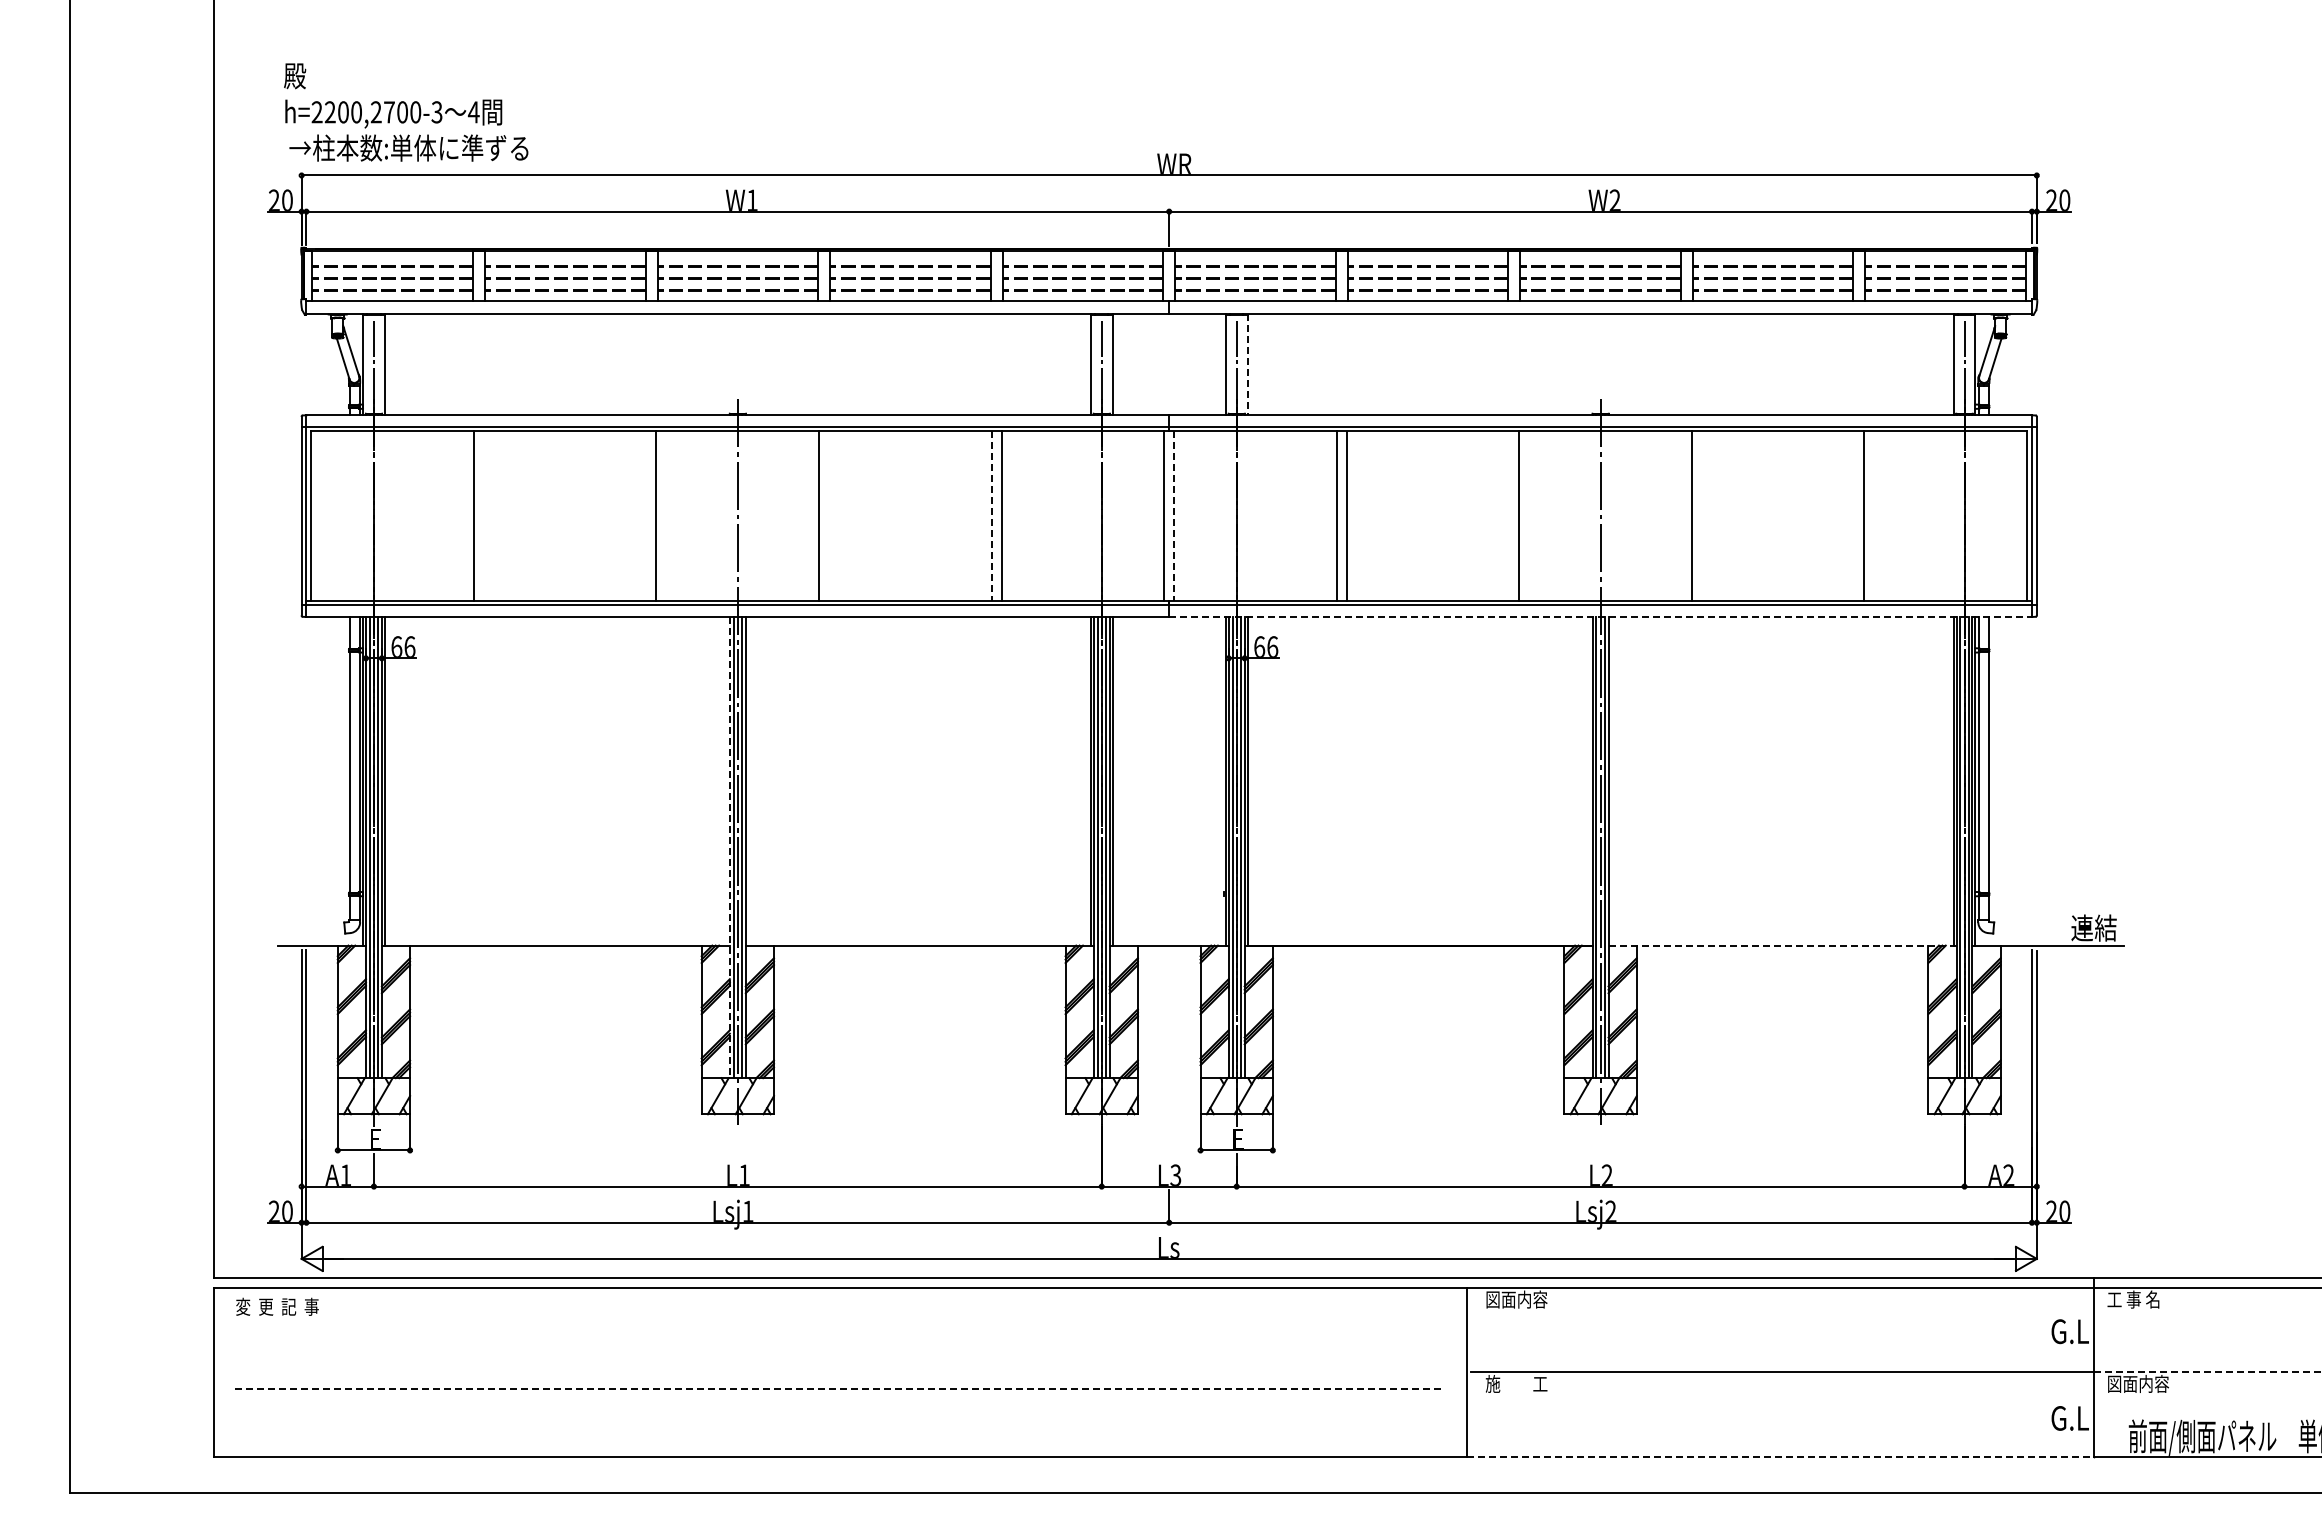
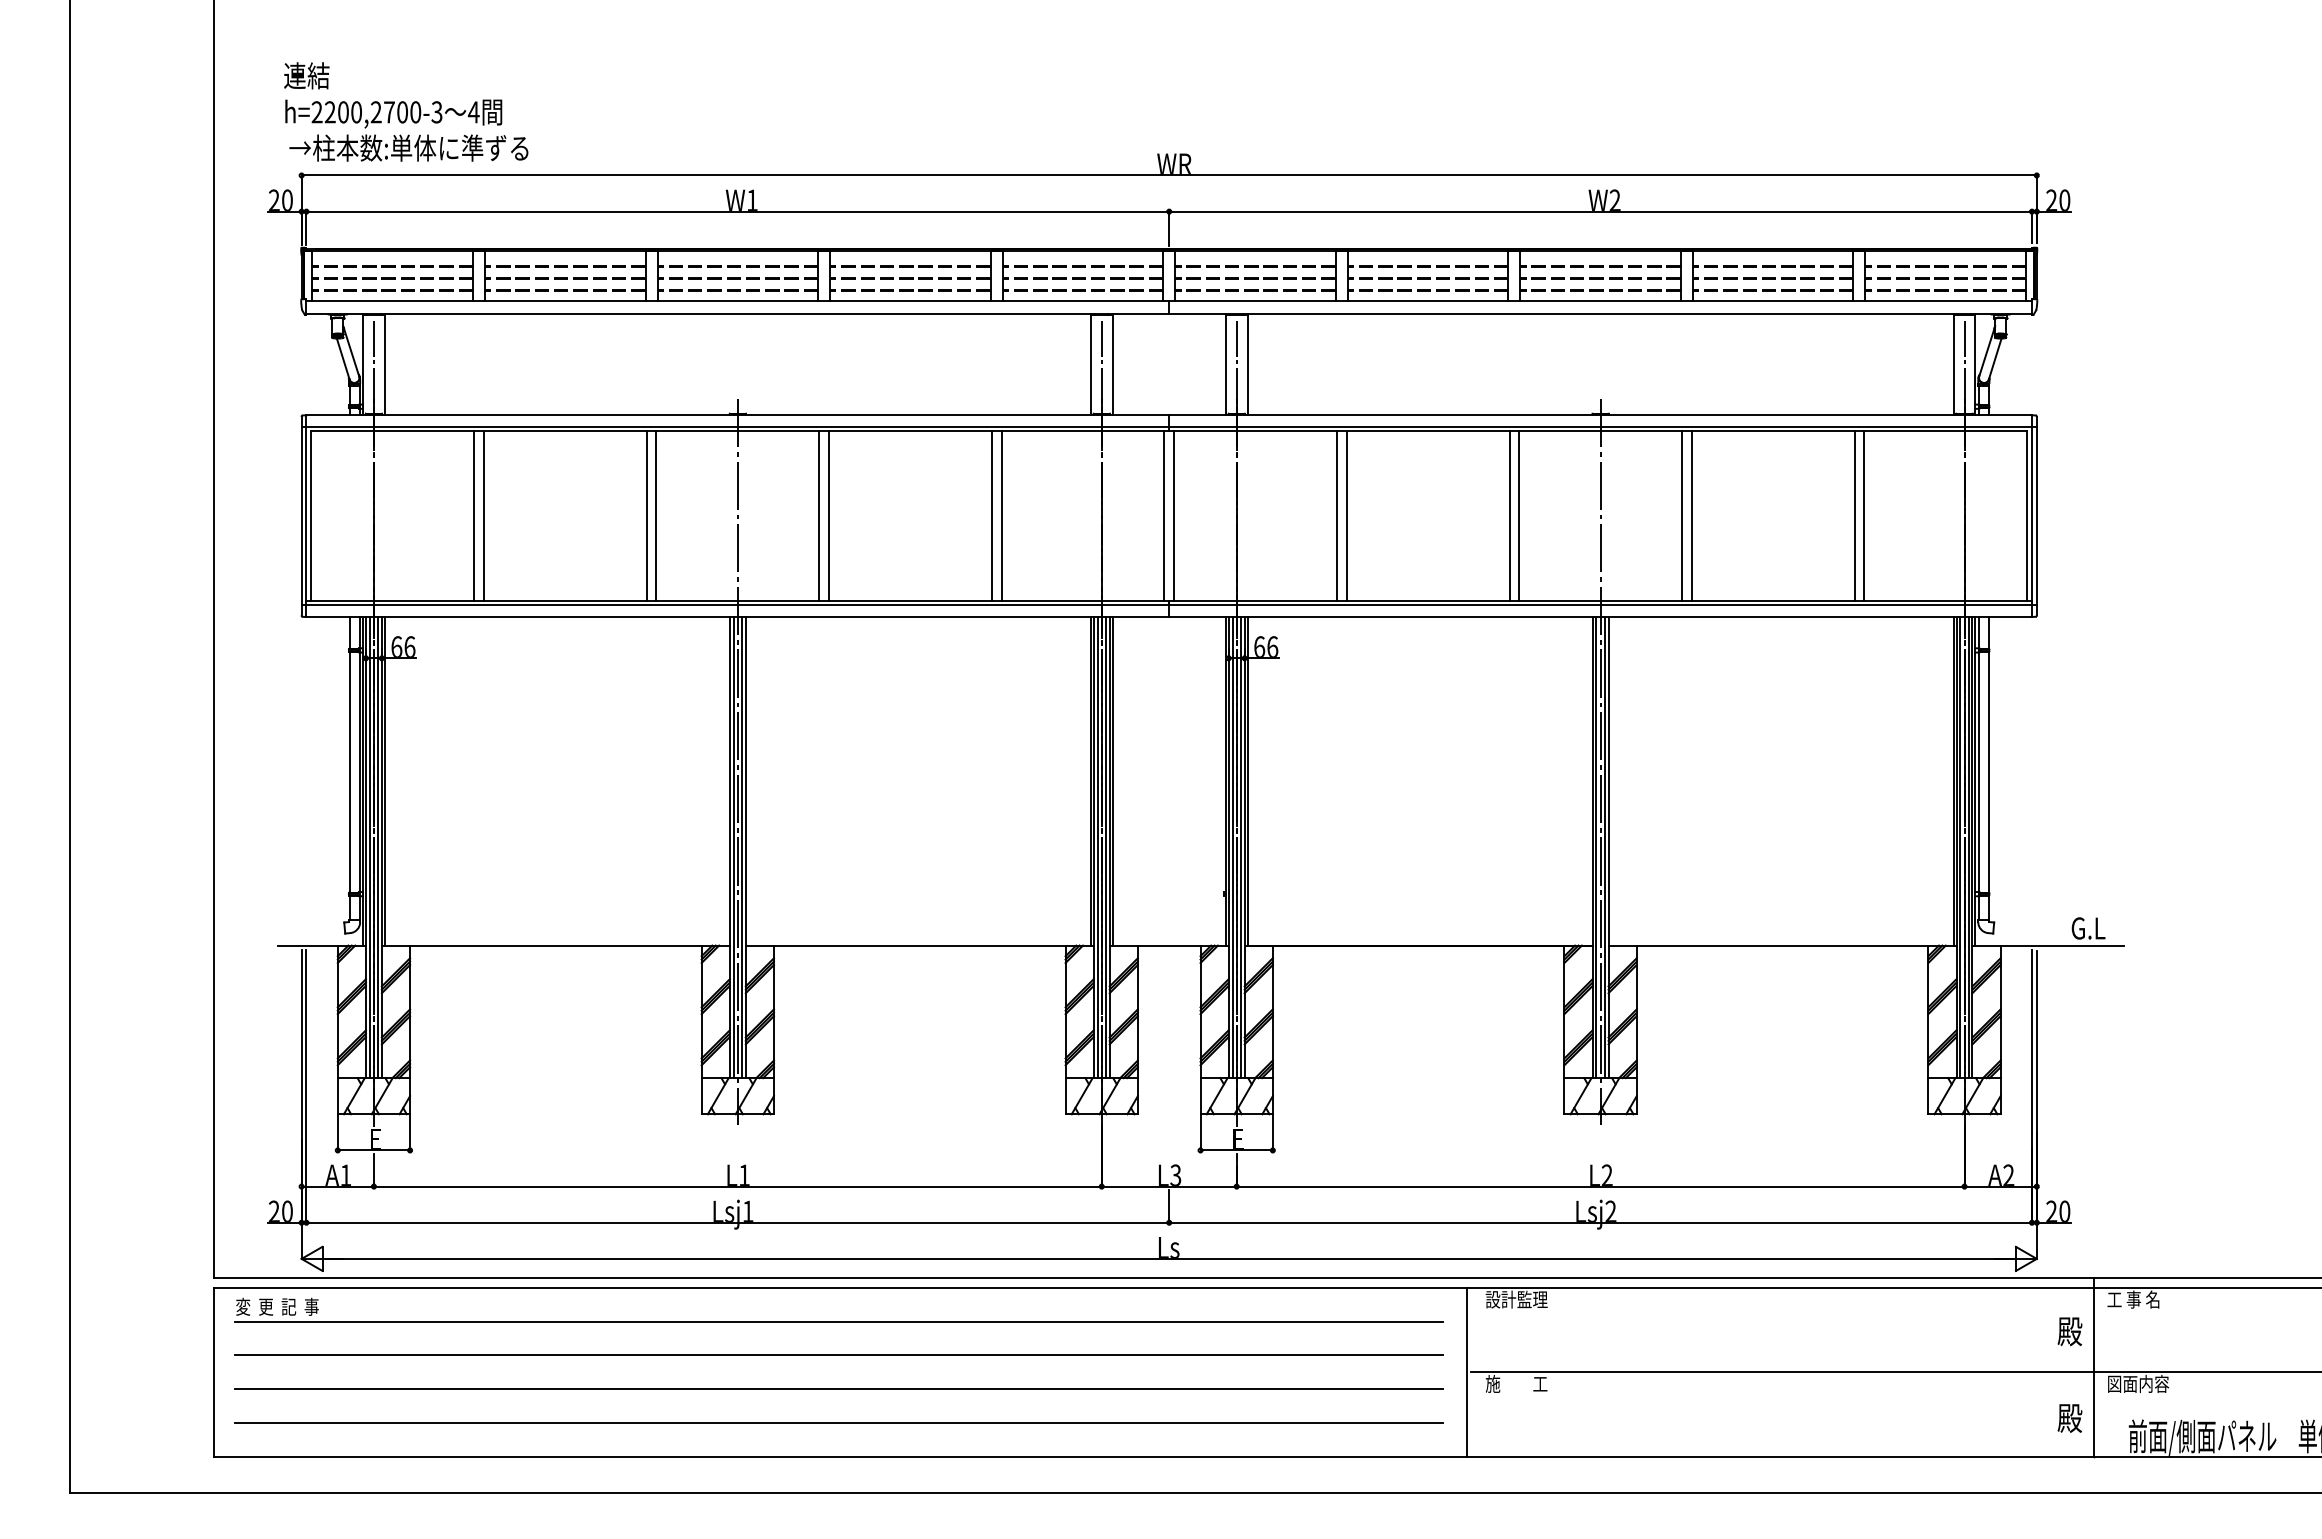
text at (306, 75): 殿 -> 連結
line at (1247, 364): dashed -> solid
line at (646, 515): none -> present
line at (828, 515): none -> present
line at (1509, 515): none -> present
line at (1682, 515): none -> present
line at (1854, 515): none -> present
line at (483, 516): none -> present
line at (991, 516): dashed -> solid
line at (1174, 516): dashed -> solid
line at (1601, 616): dashed -> solid
line at (729, 847): dashed -> solid
text at (2093, 927): 連結 -> G.L
line at (1782, 945): dashed -> solid
text at (1516, 1299): 図面内容 -> 設計監理
line at (838, 1321): none -> present
text at (2069, 1331): G.L -> 殿
line at (838, 1355): none -> present
line at (2207, 1372): dashed -> solid
line at (839, 1389): dashed -> solid
text at (2069, 1418): G.L -> 殿
line at (838, 1422): none -> present
line at (1781, 1456): dashed -> solid
